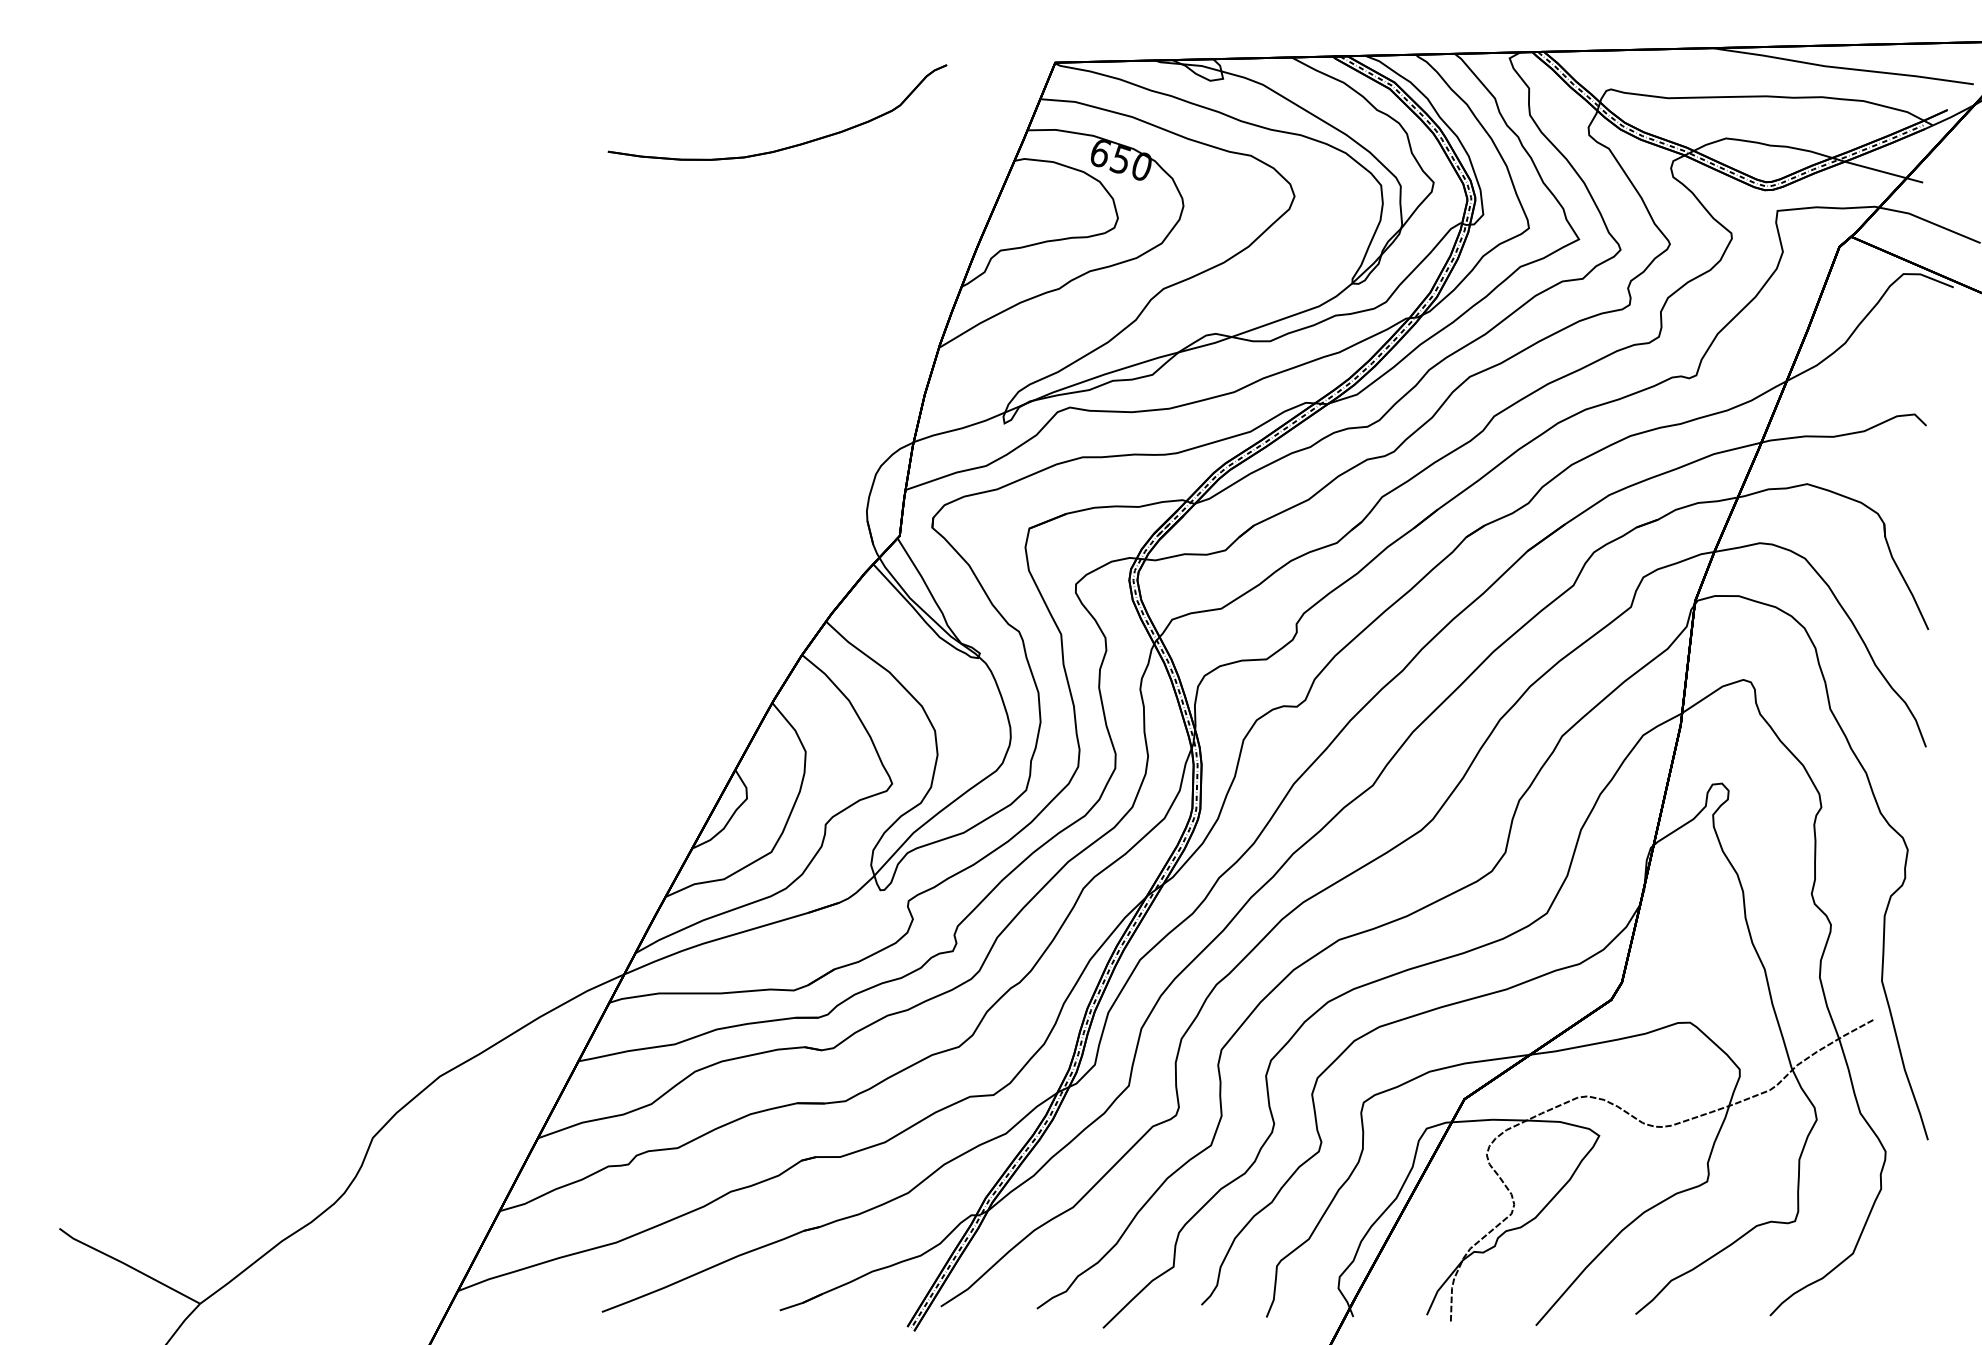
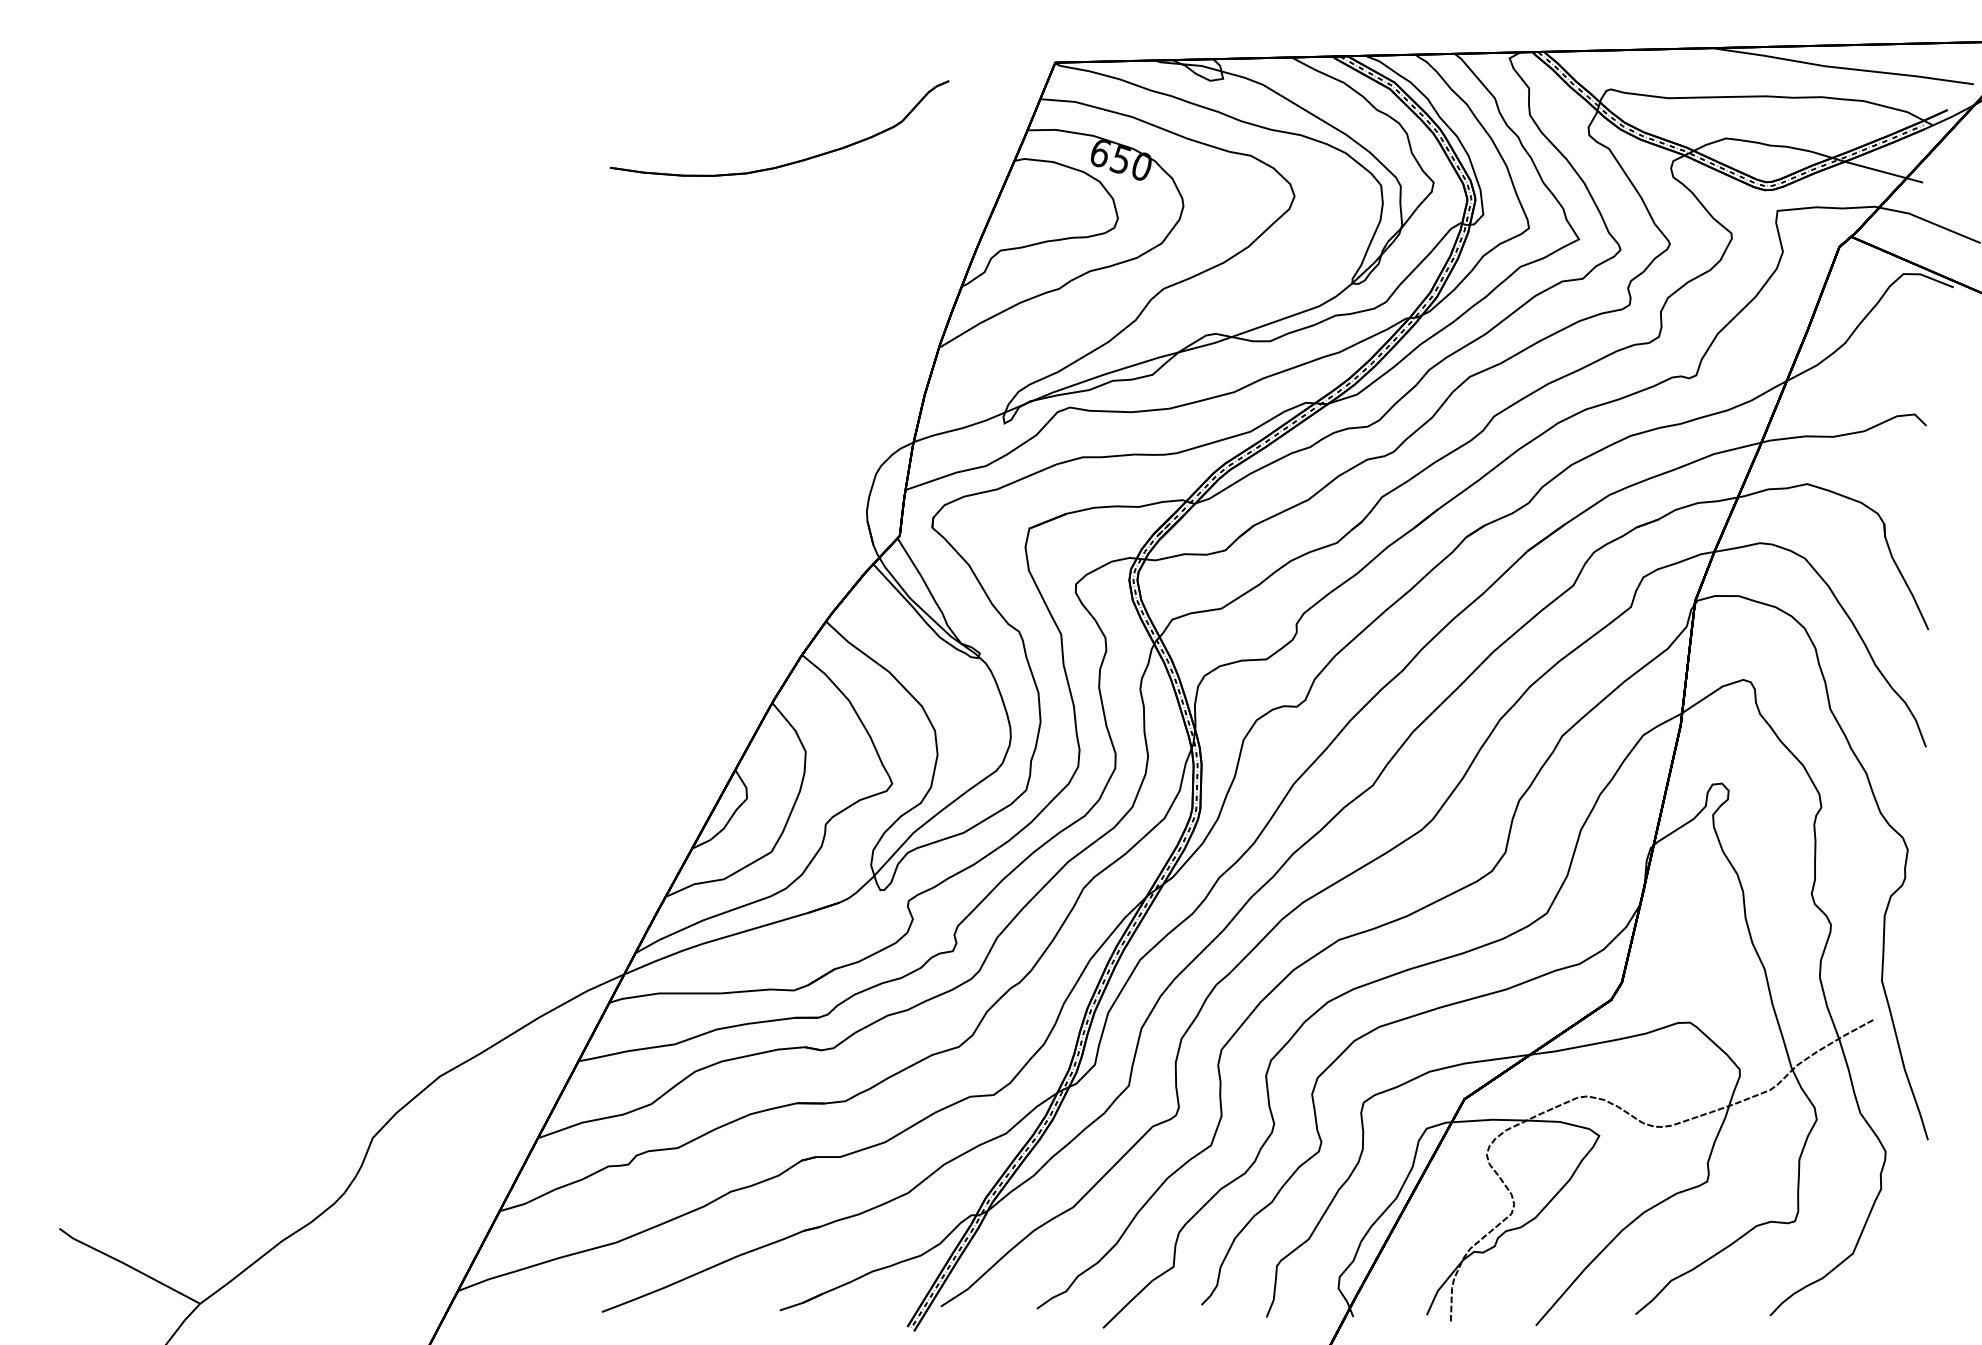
part at (784, 147) position: (784, 147) -> (786, 163)
